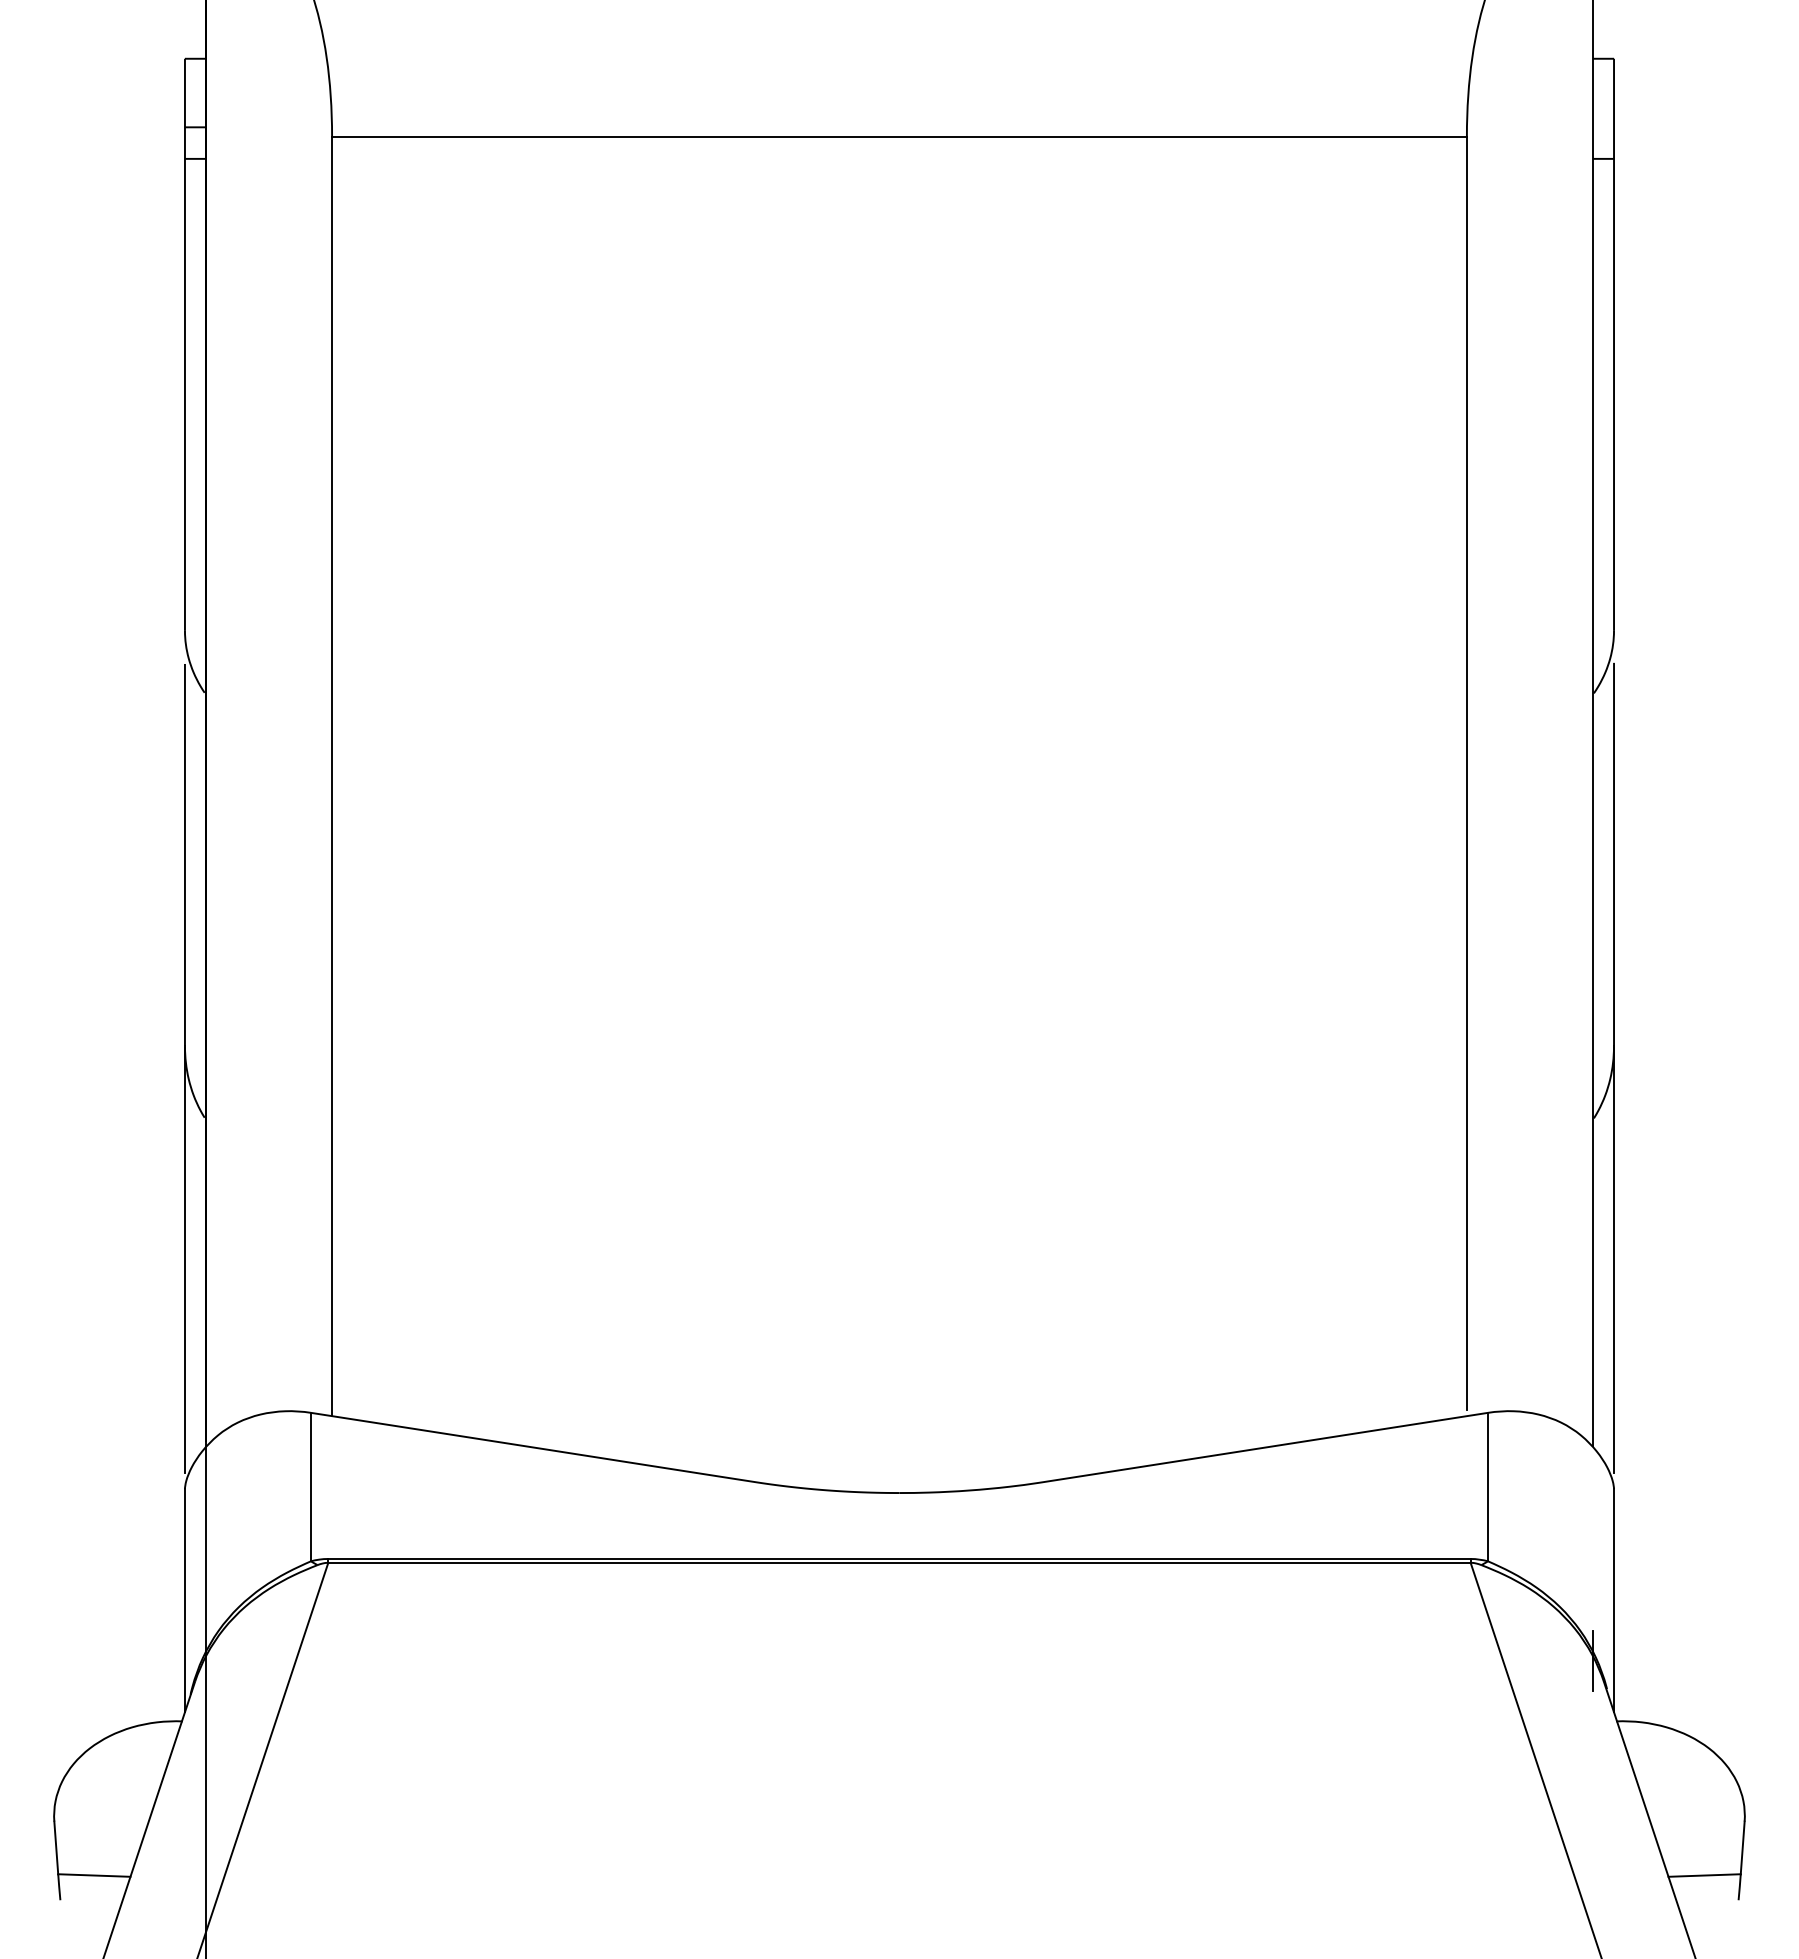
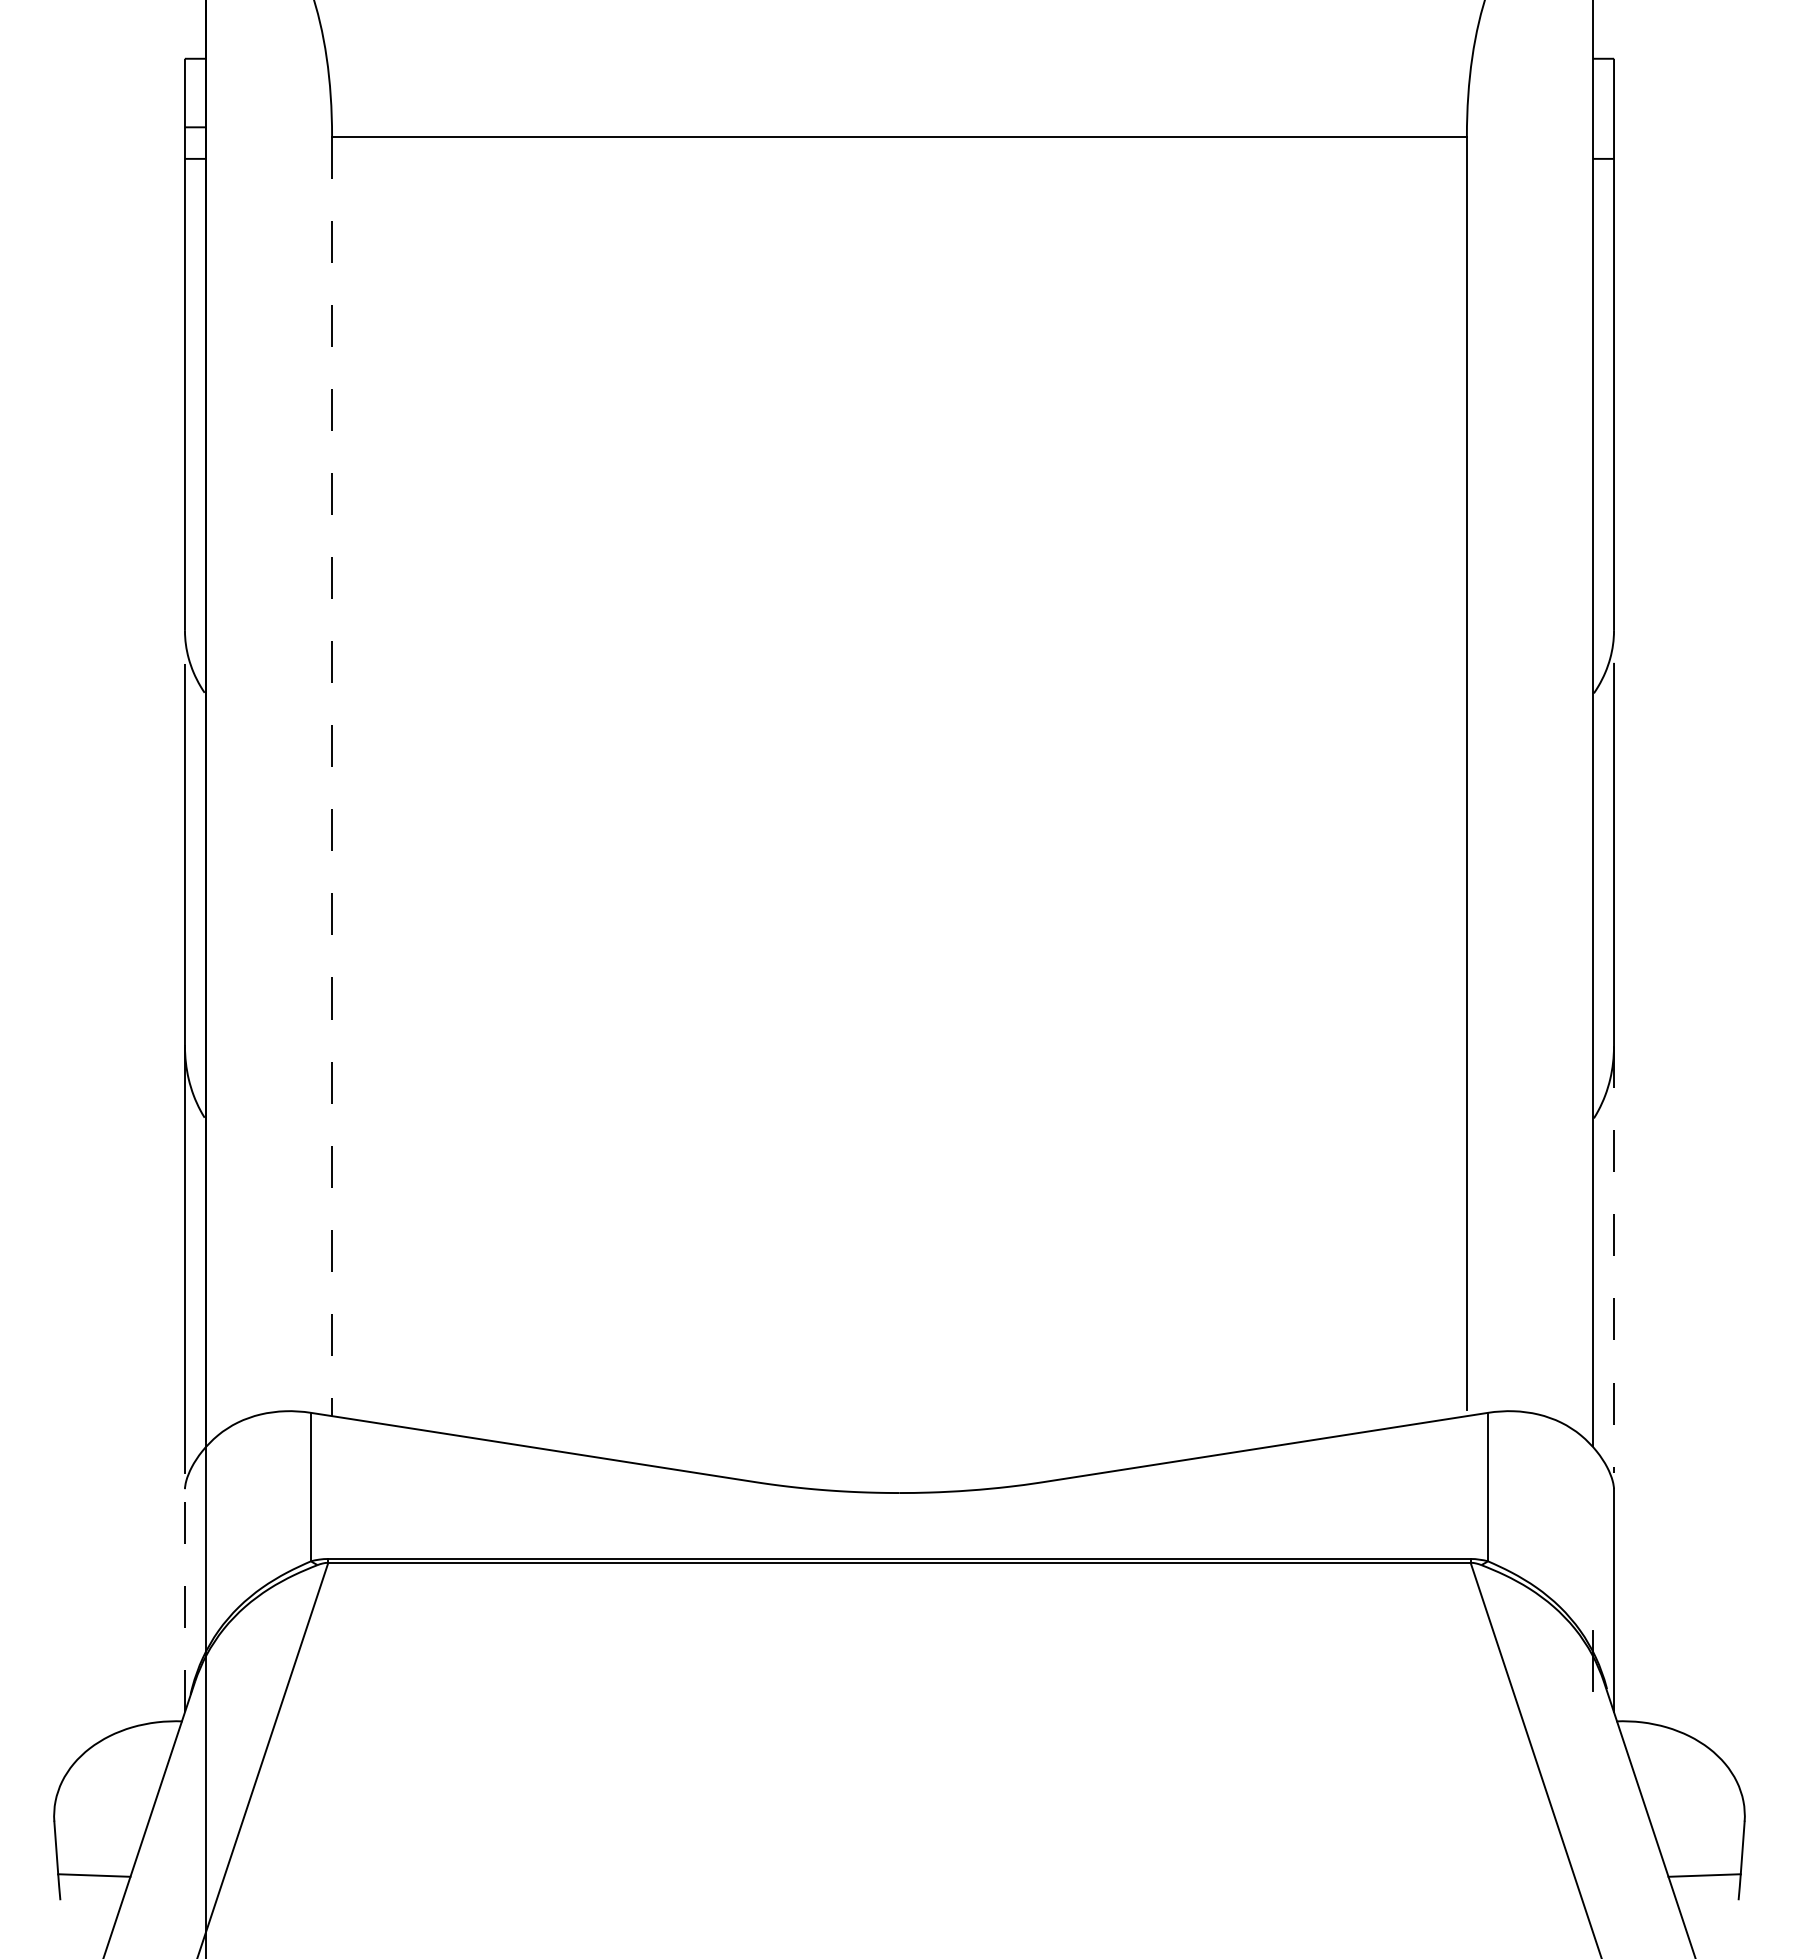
line at (332, 776): solid -> dashed
line at (1614, 1259): solid -> dashed
line at (184, 1600): solid -> dashed
